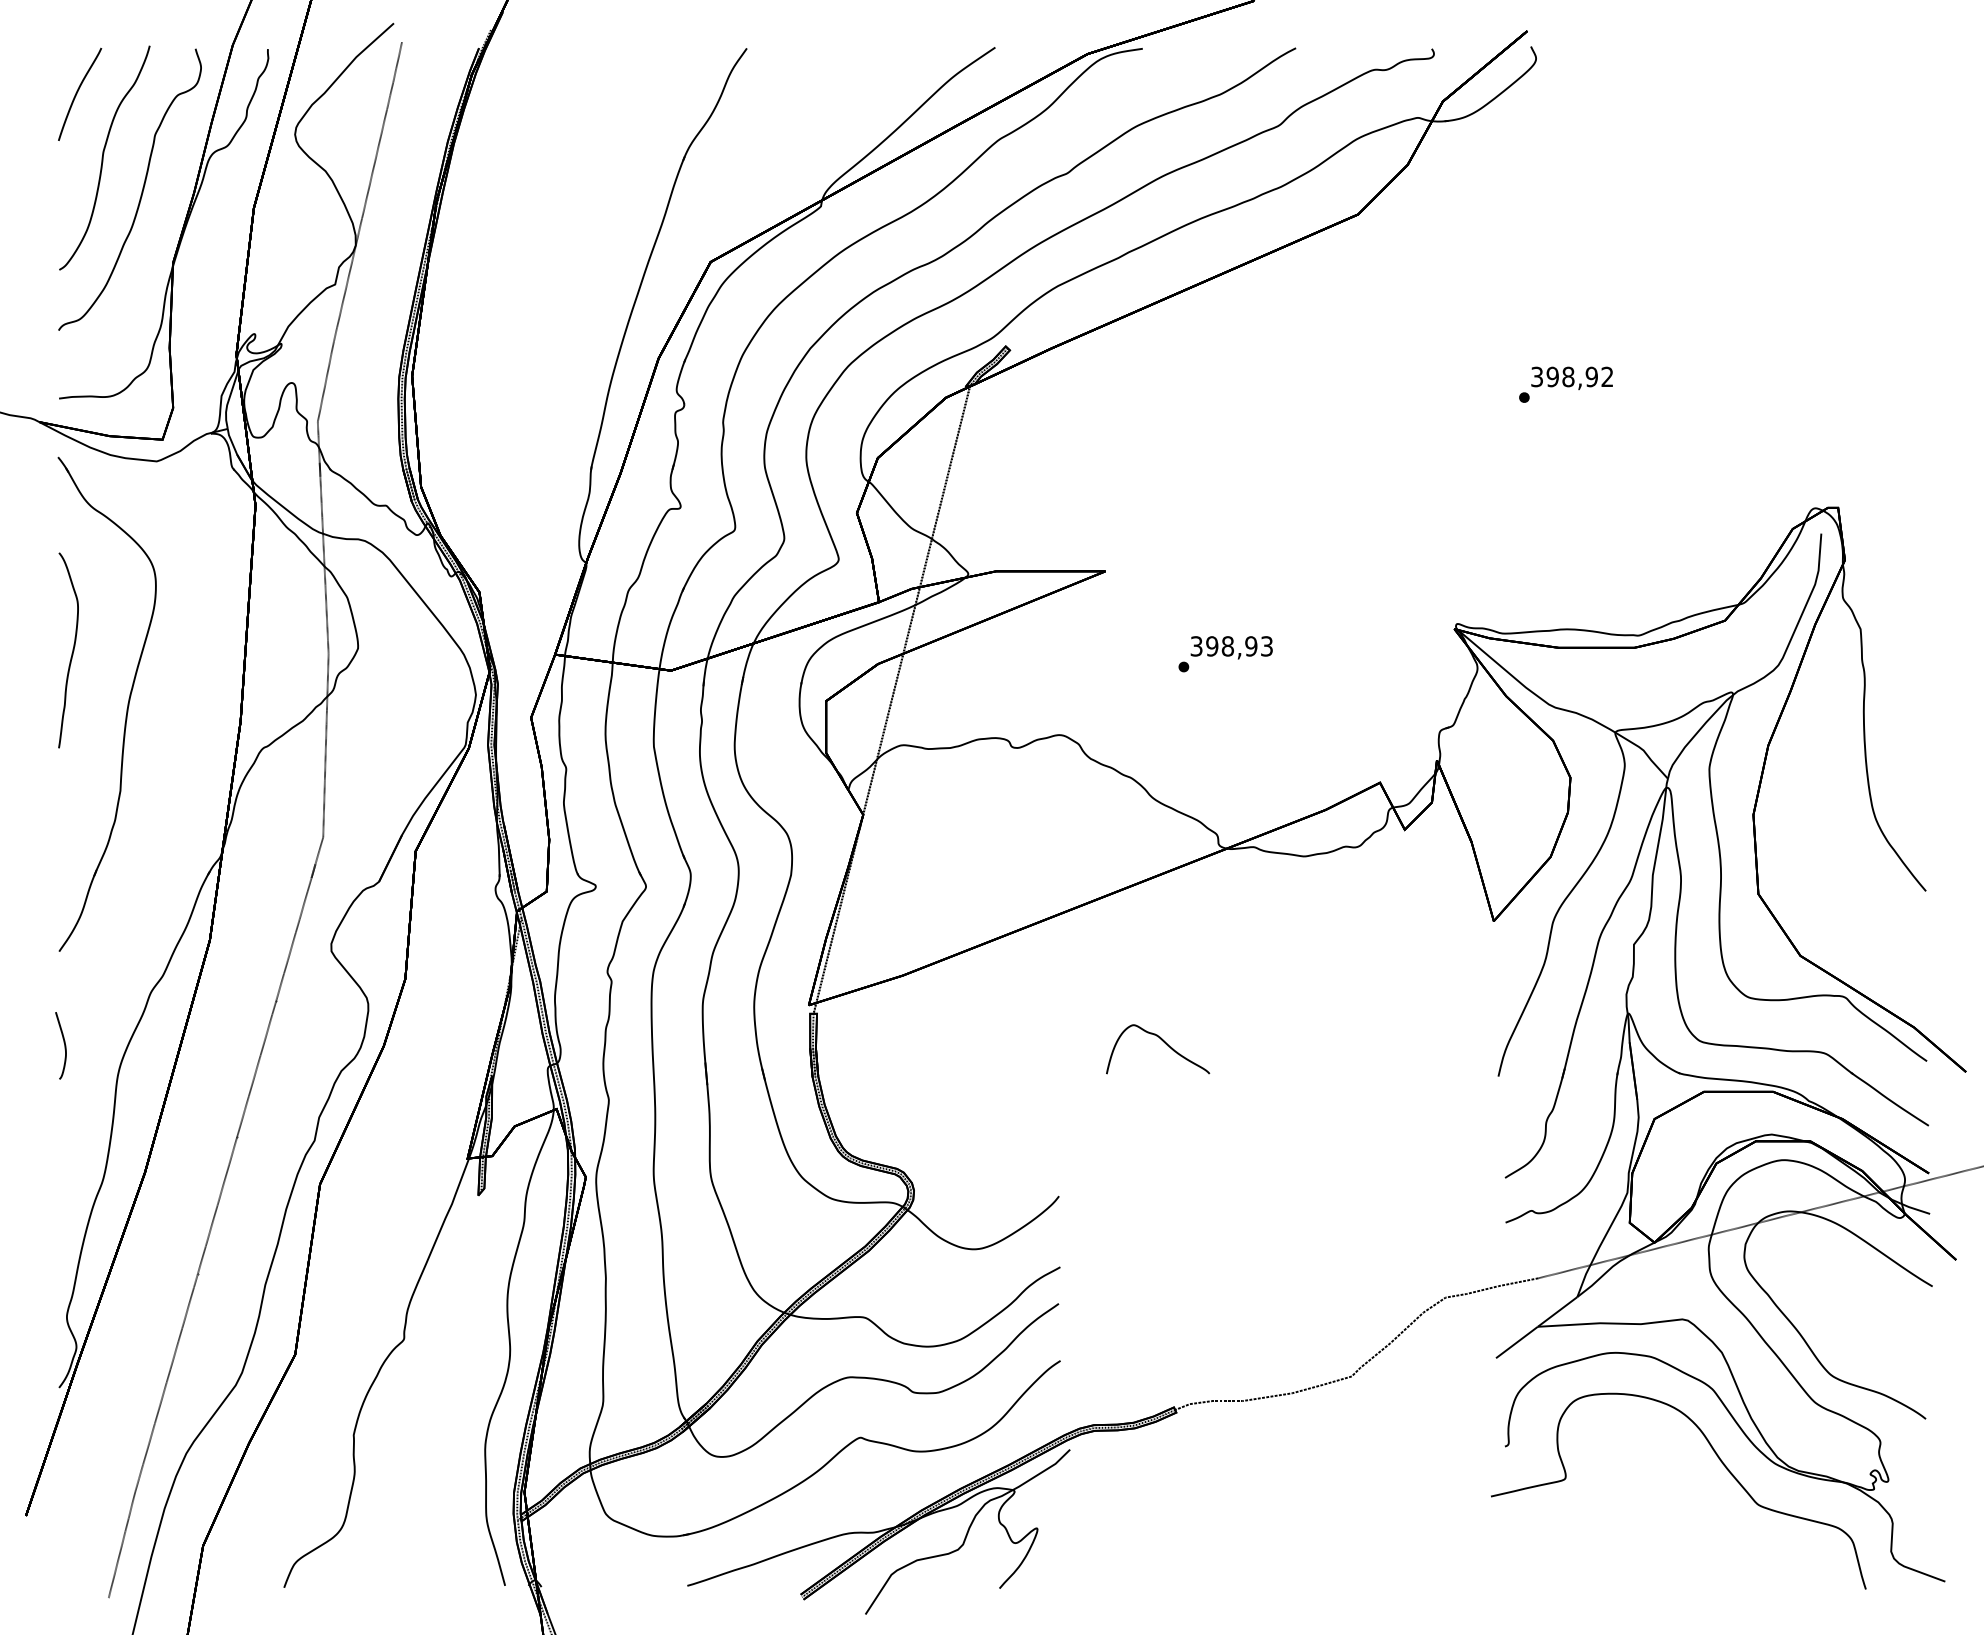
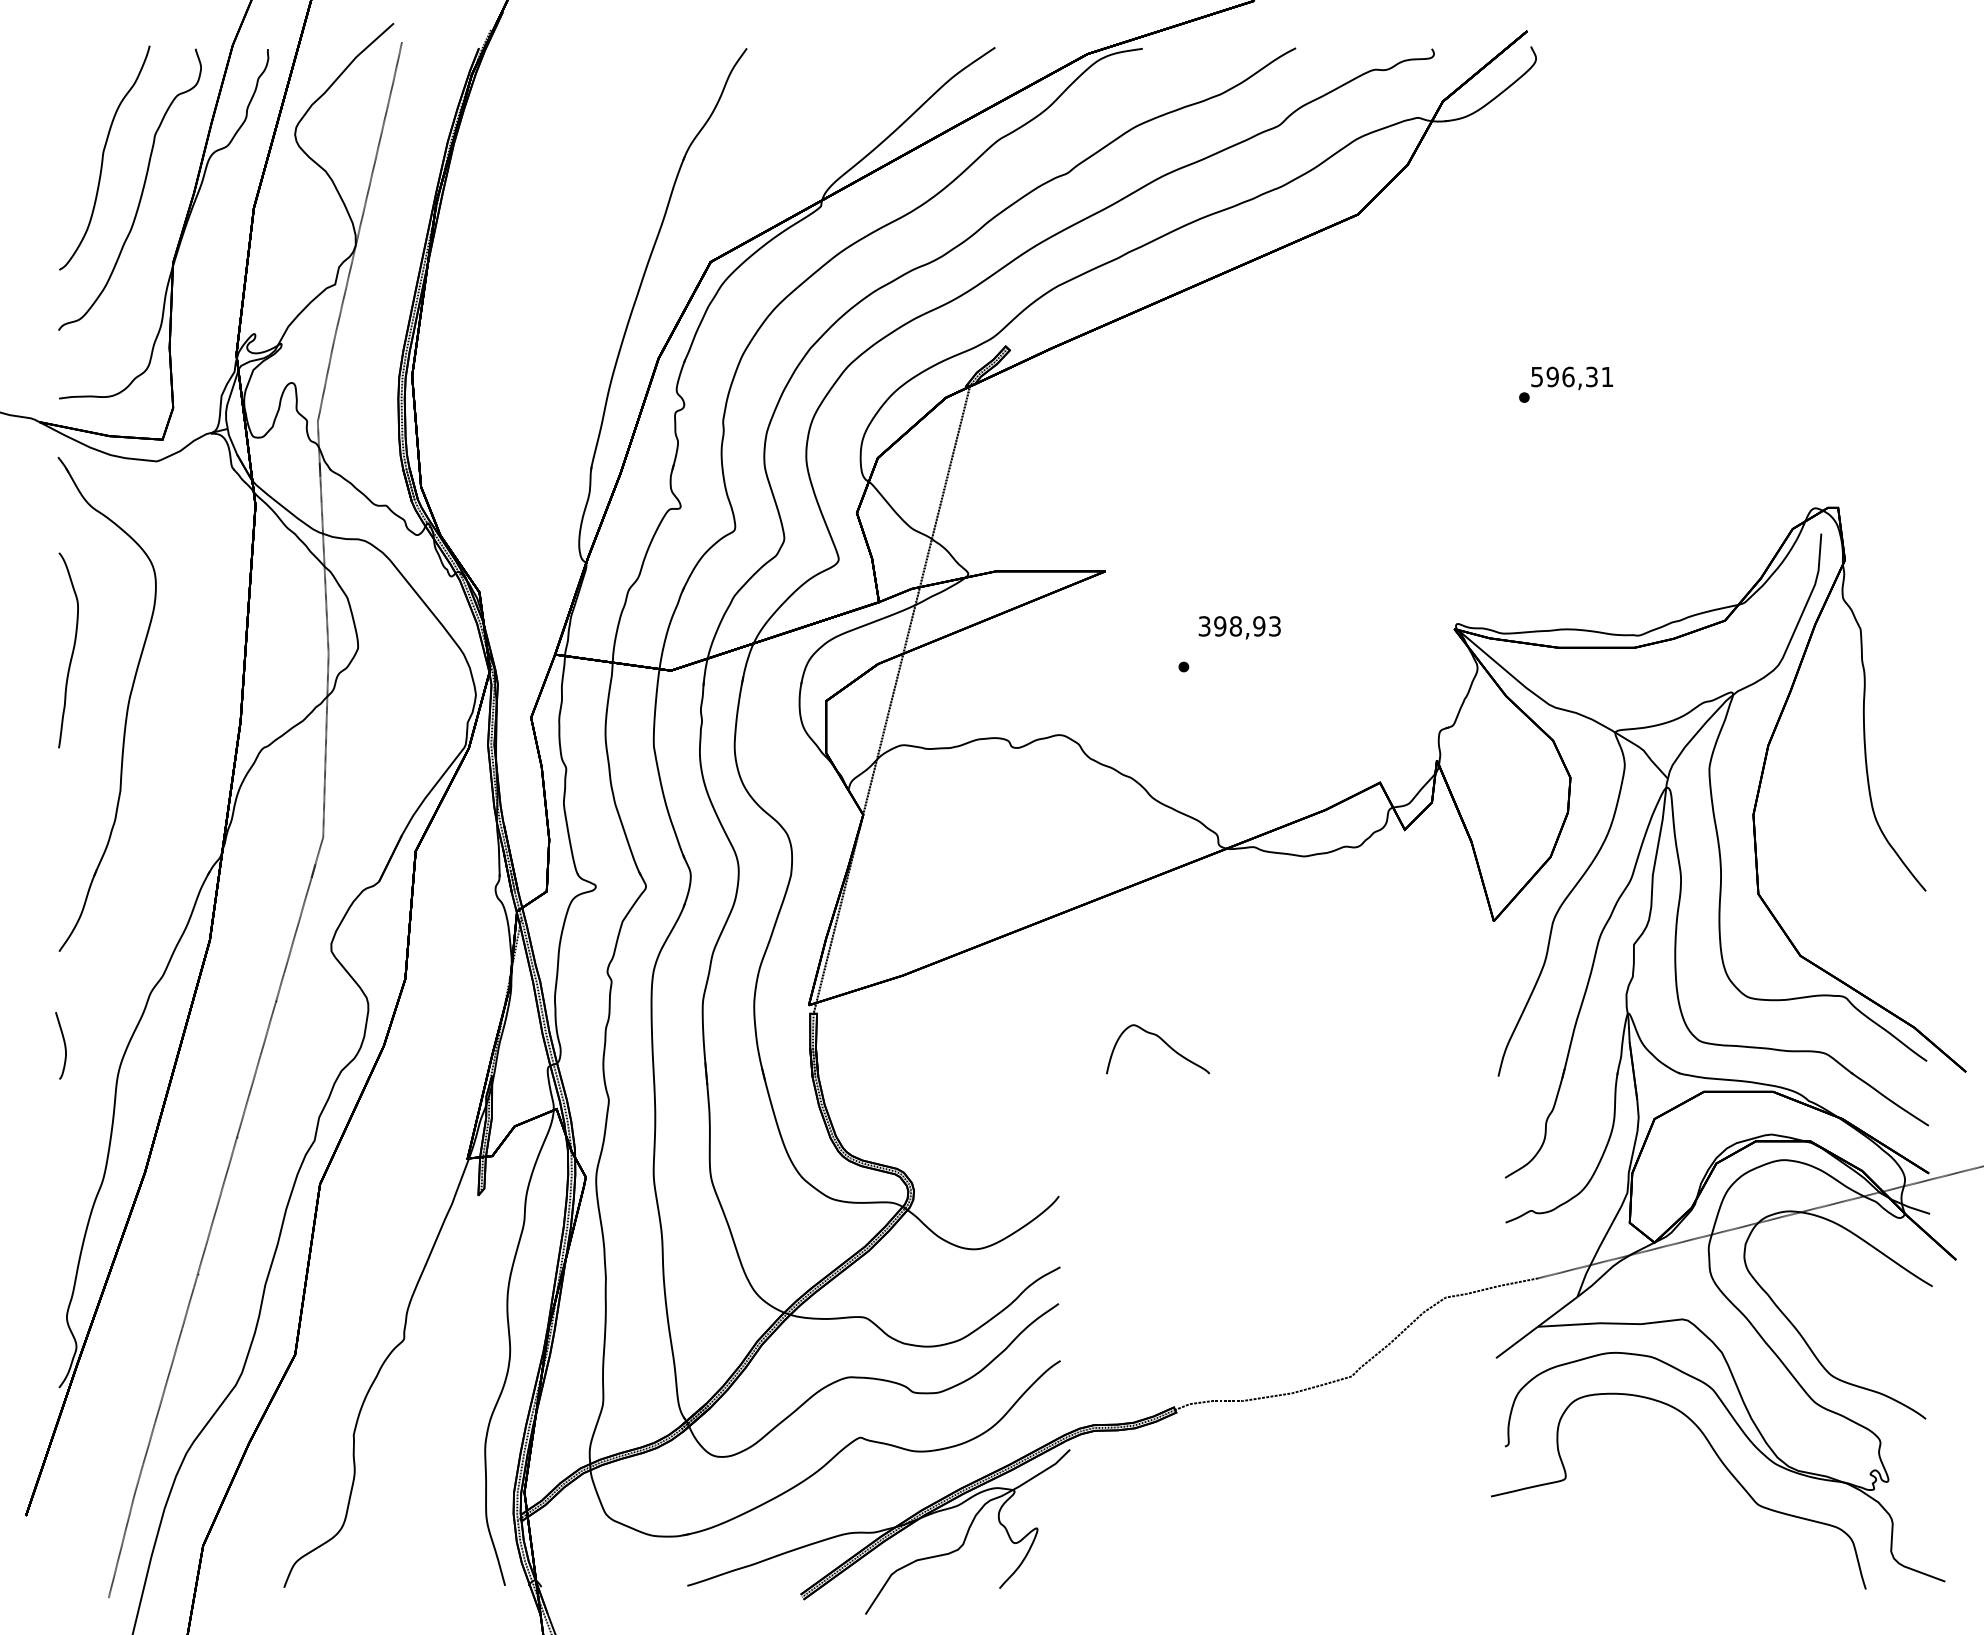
part at (80, 93): present -> none
text at (1572, 376): 398,92 -> 596,31
text at (1231, 647) position: (1231, 647) -> (1239, 627)
